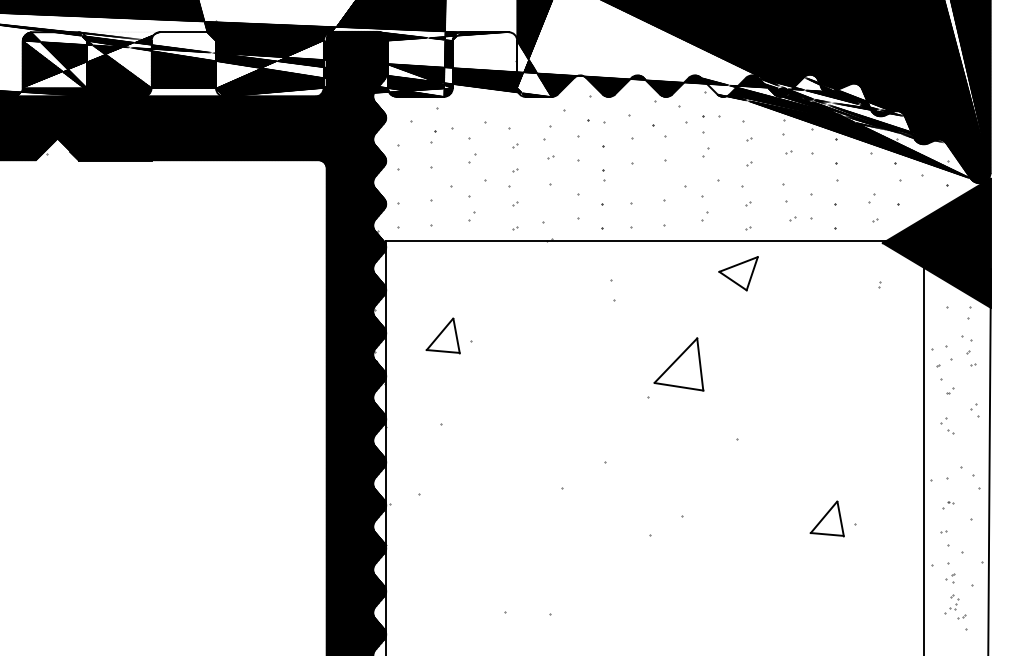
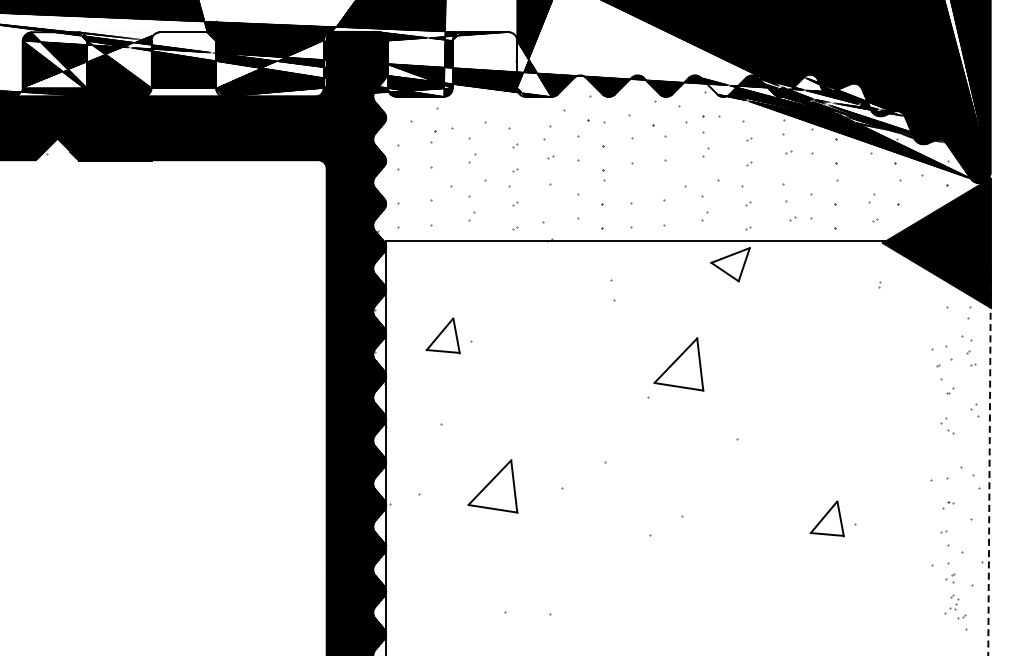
part at (738, 273) position: (738, 273) -> (730, 264)
line at (923, 459): present -> none
line at (989, 462): solid -> dashed
part at (492, 486): none -> present
